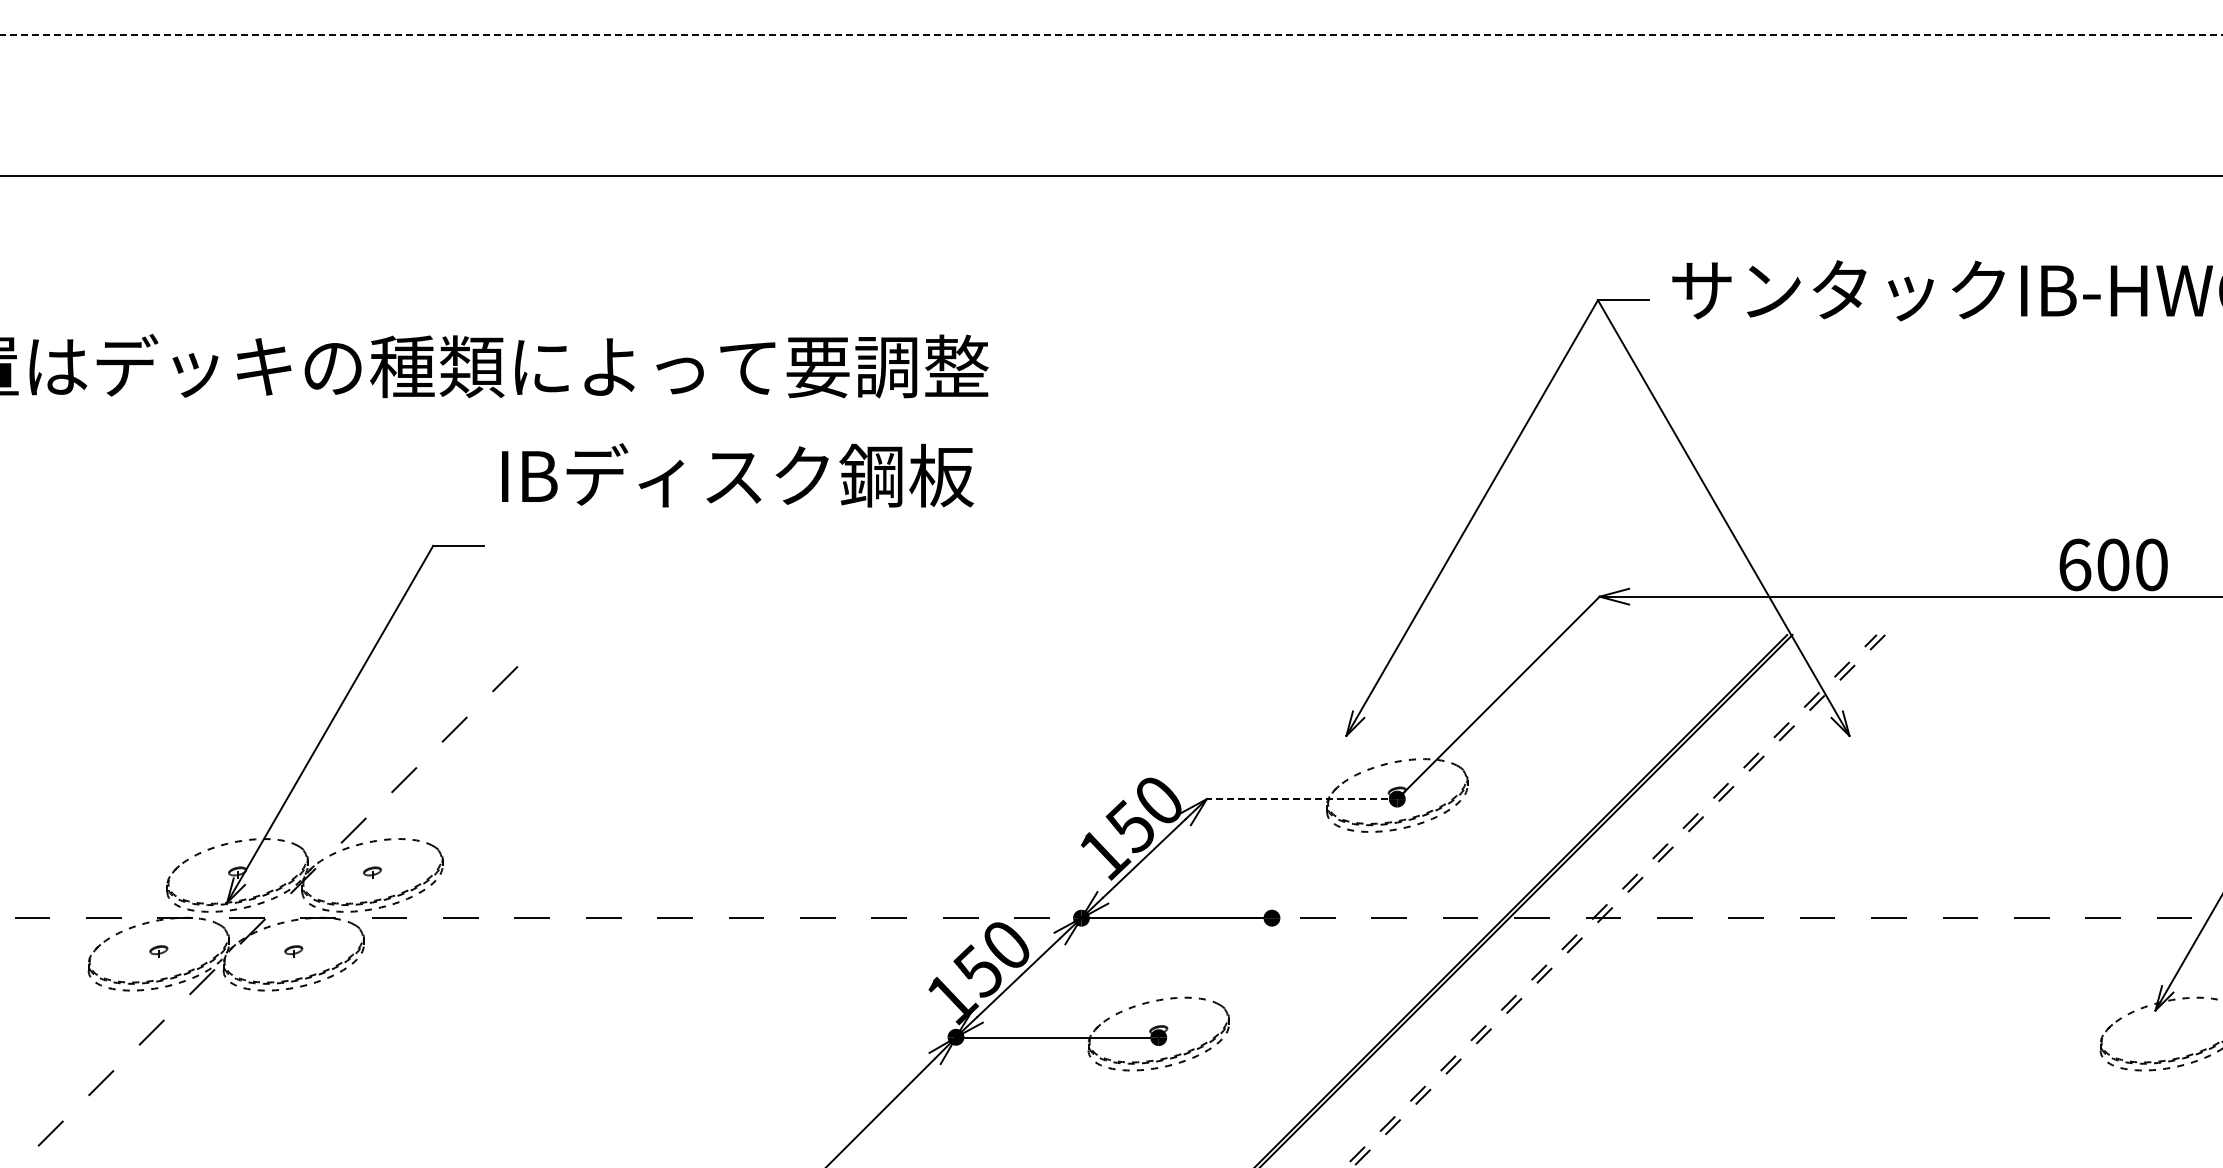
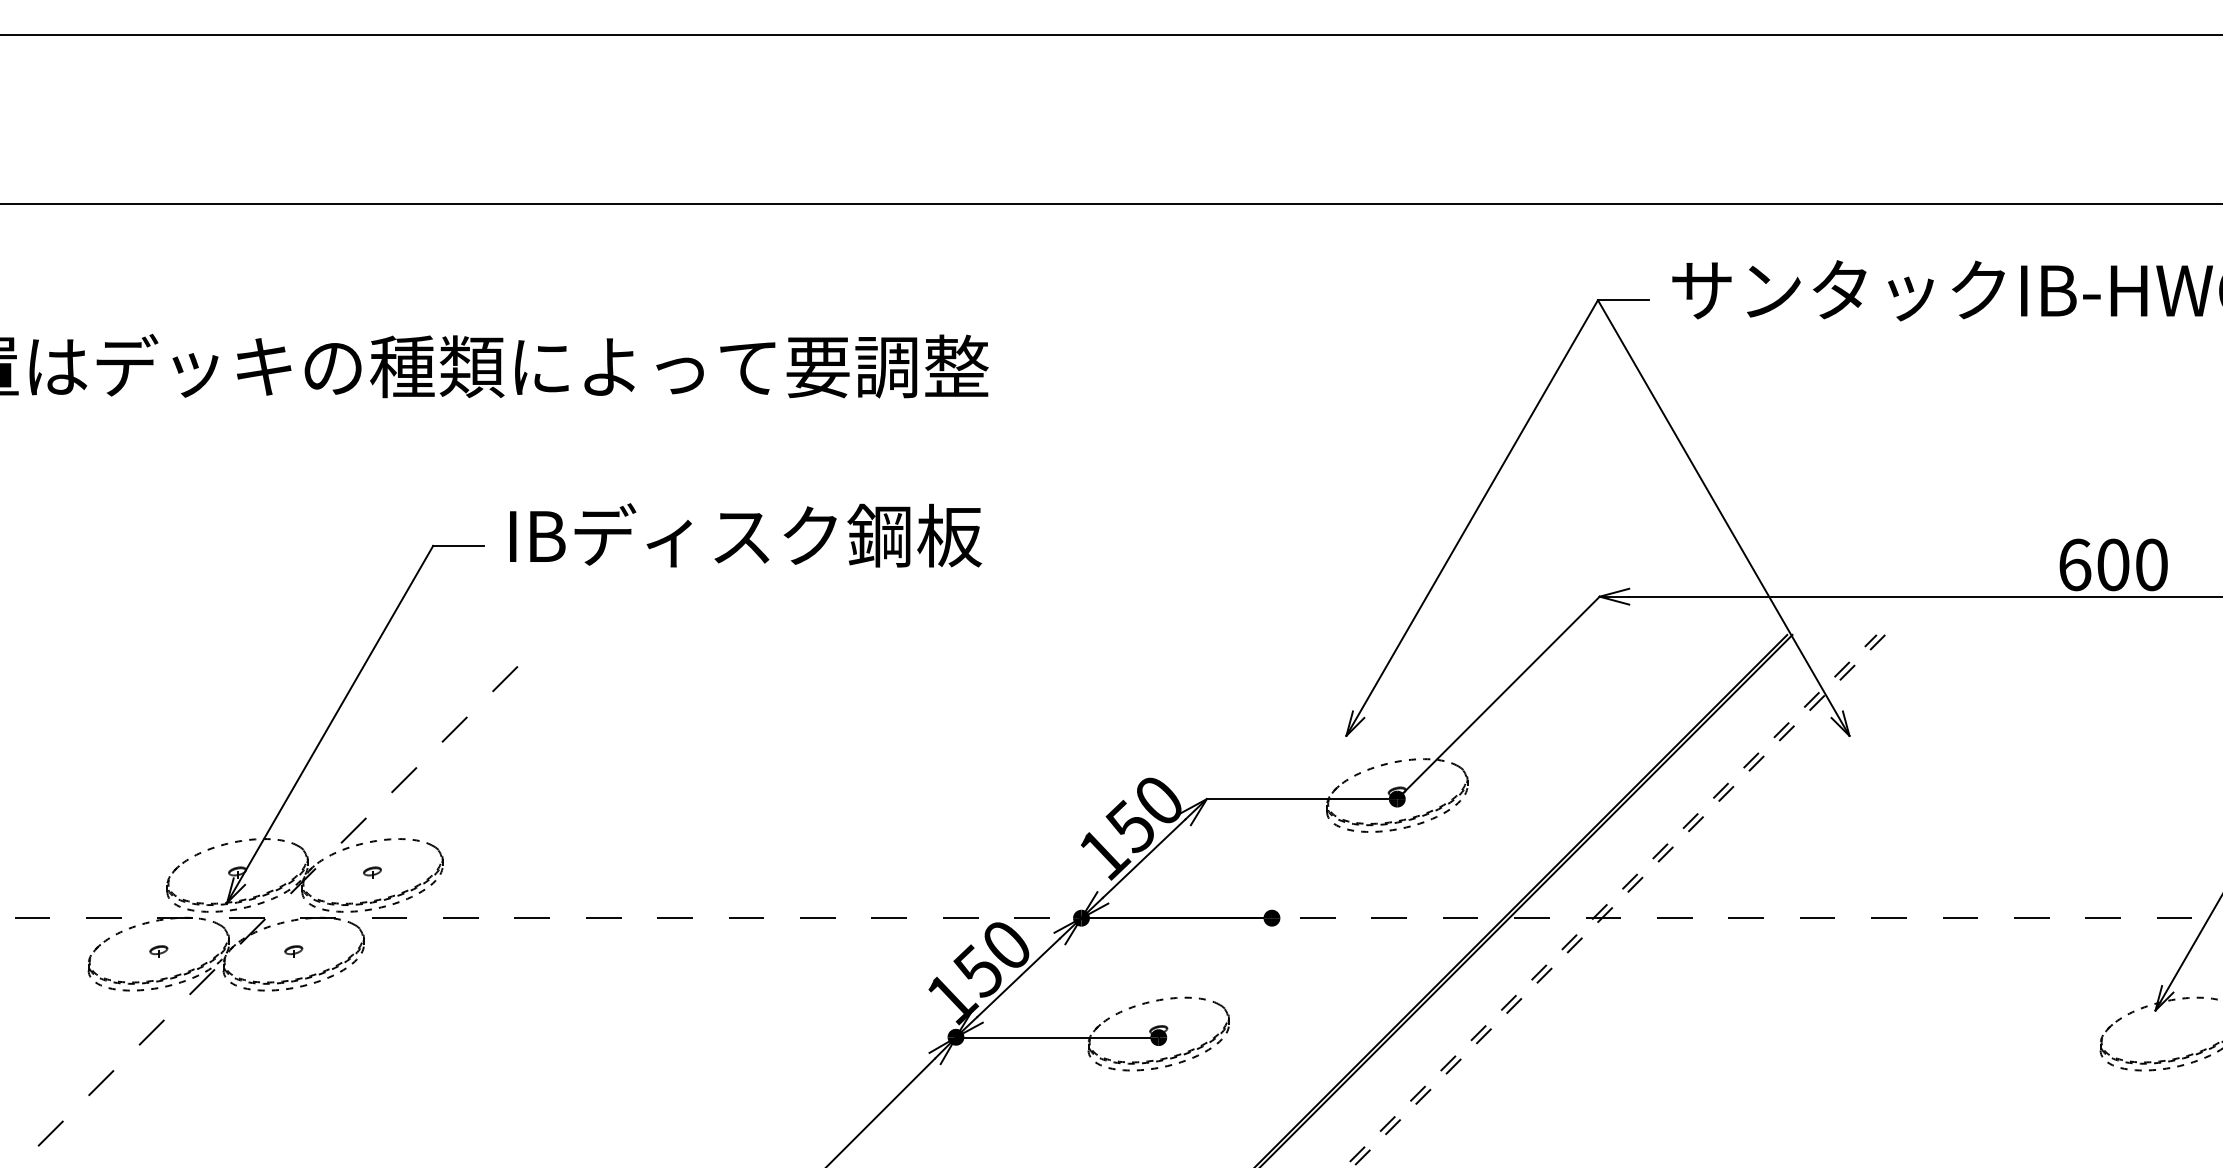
line at (1111, 34): dashed -> solid
line at (1110, 175) position: (1110, 175) -> (1110, 203)
text at (738, 475) position: (738, 475) -> (746, 535)
line at (1297, 799): dashed -> solid
